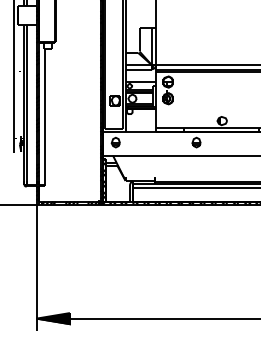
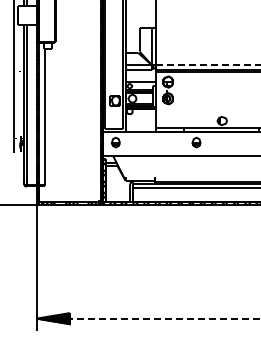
line at (208, 65): solid -> dashed
line at (164, 318): solid -> dashed
